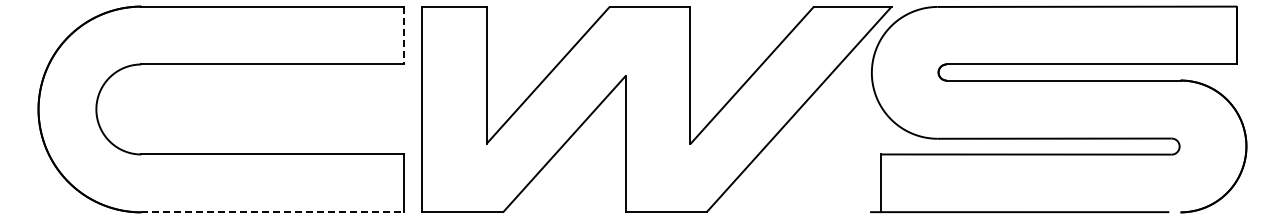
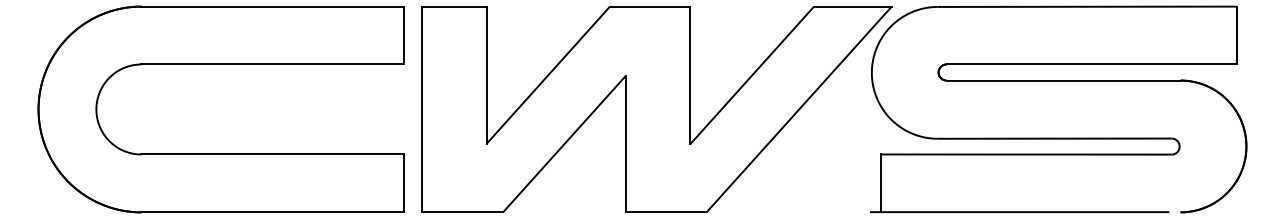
line at (403, 35): dashed -> solid
line at (272, 212): dashed -> solid
